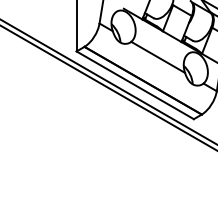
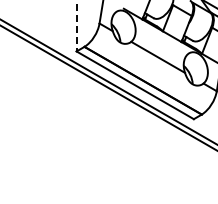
line at (76, 26): solid -> dashed
